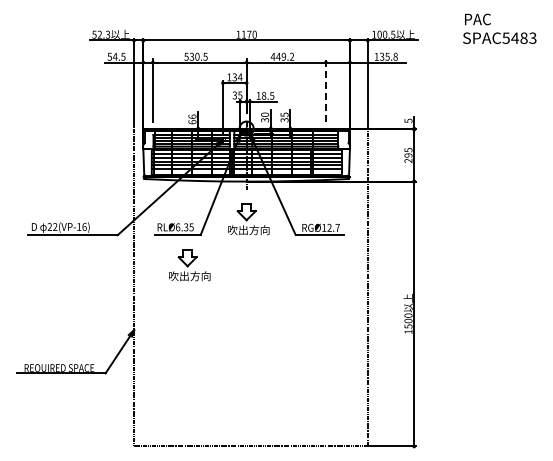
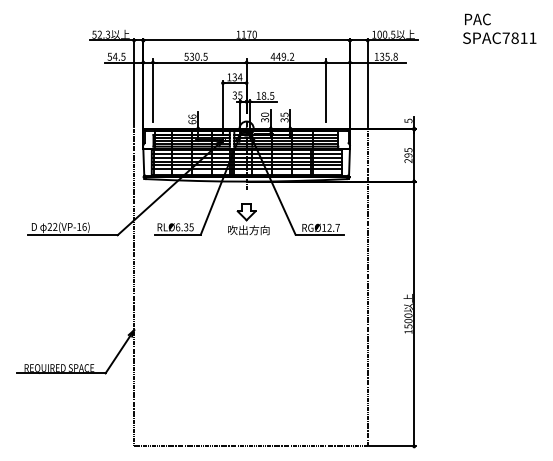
text at (519, 37): SPAC5483 -> SPAC7811
line at (325, 89): dashed -> solid
part at (189, 265): present -> none
